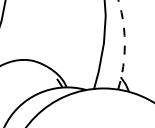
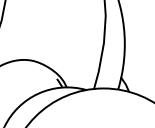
arc at (124, 44): dashed -> solid
